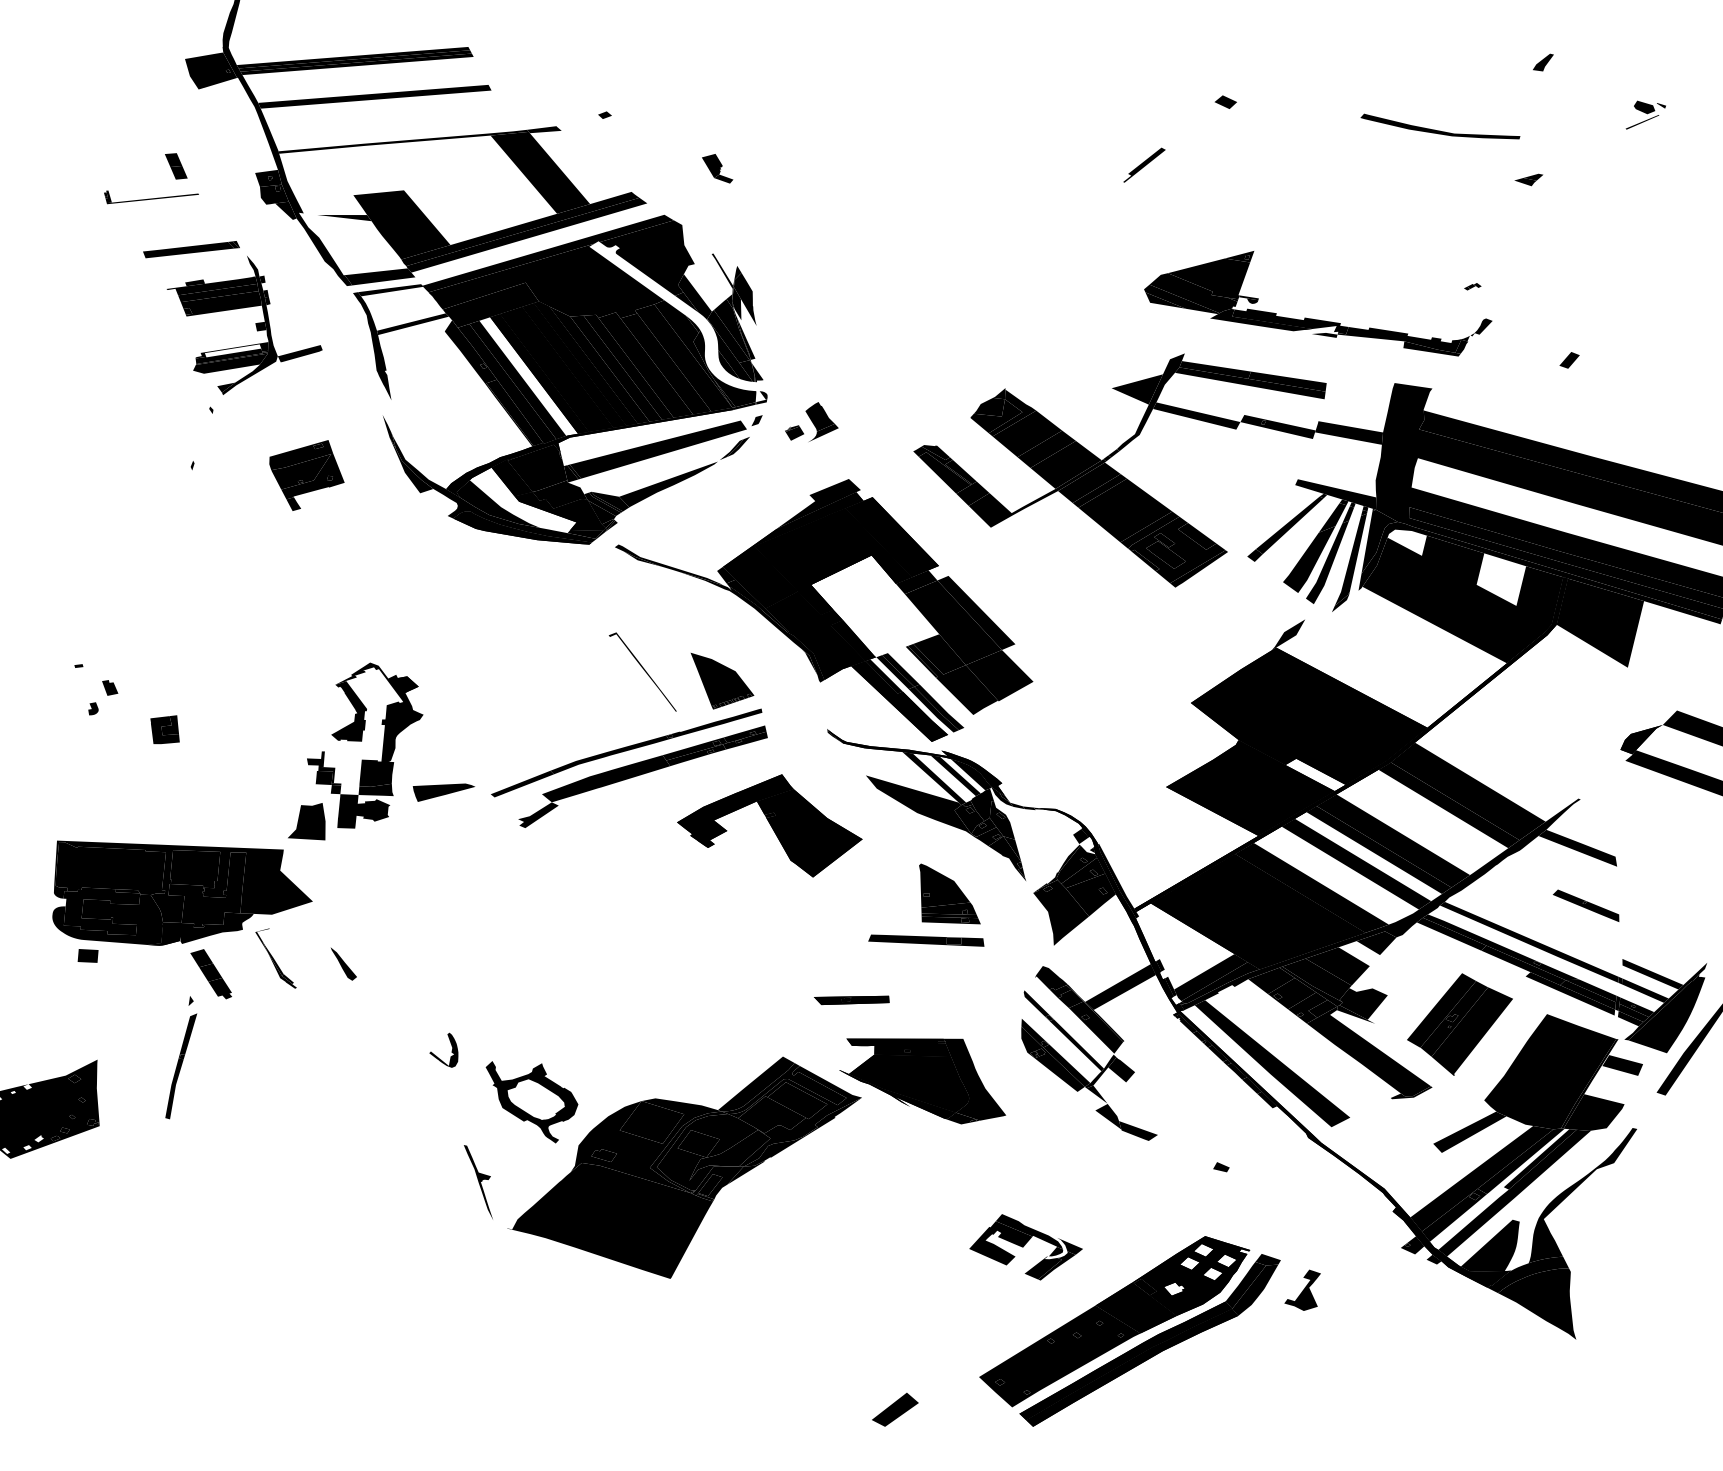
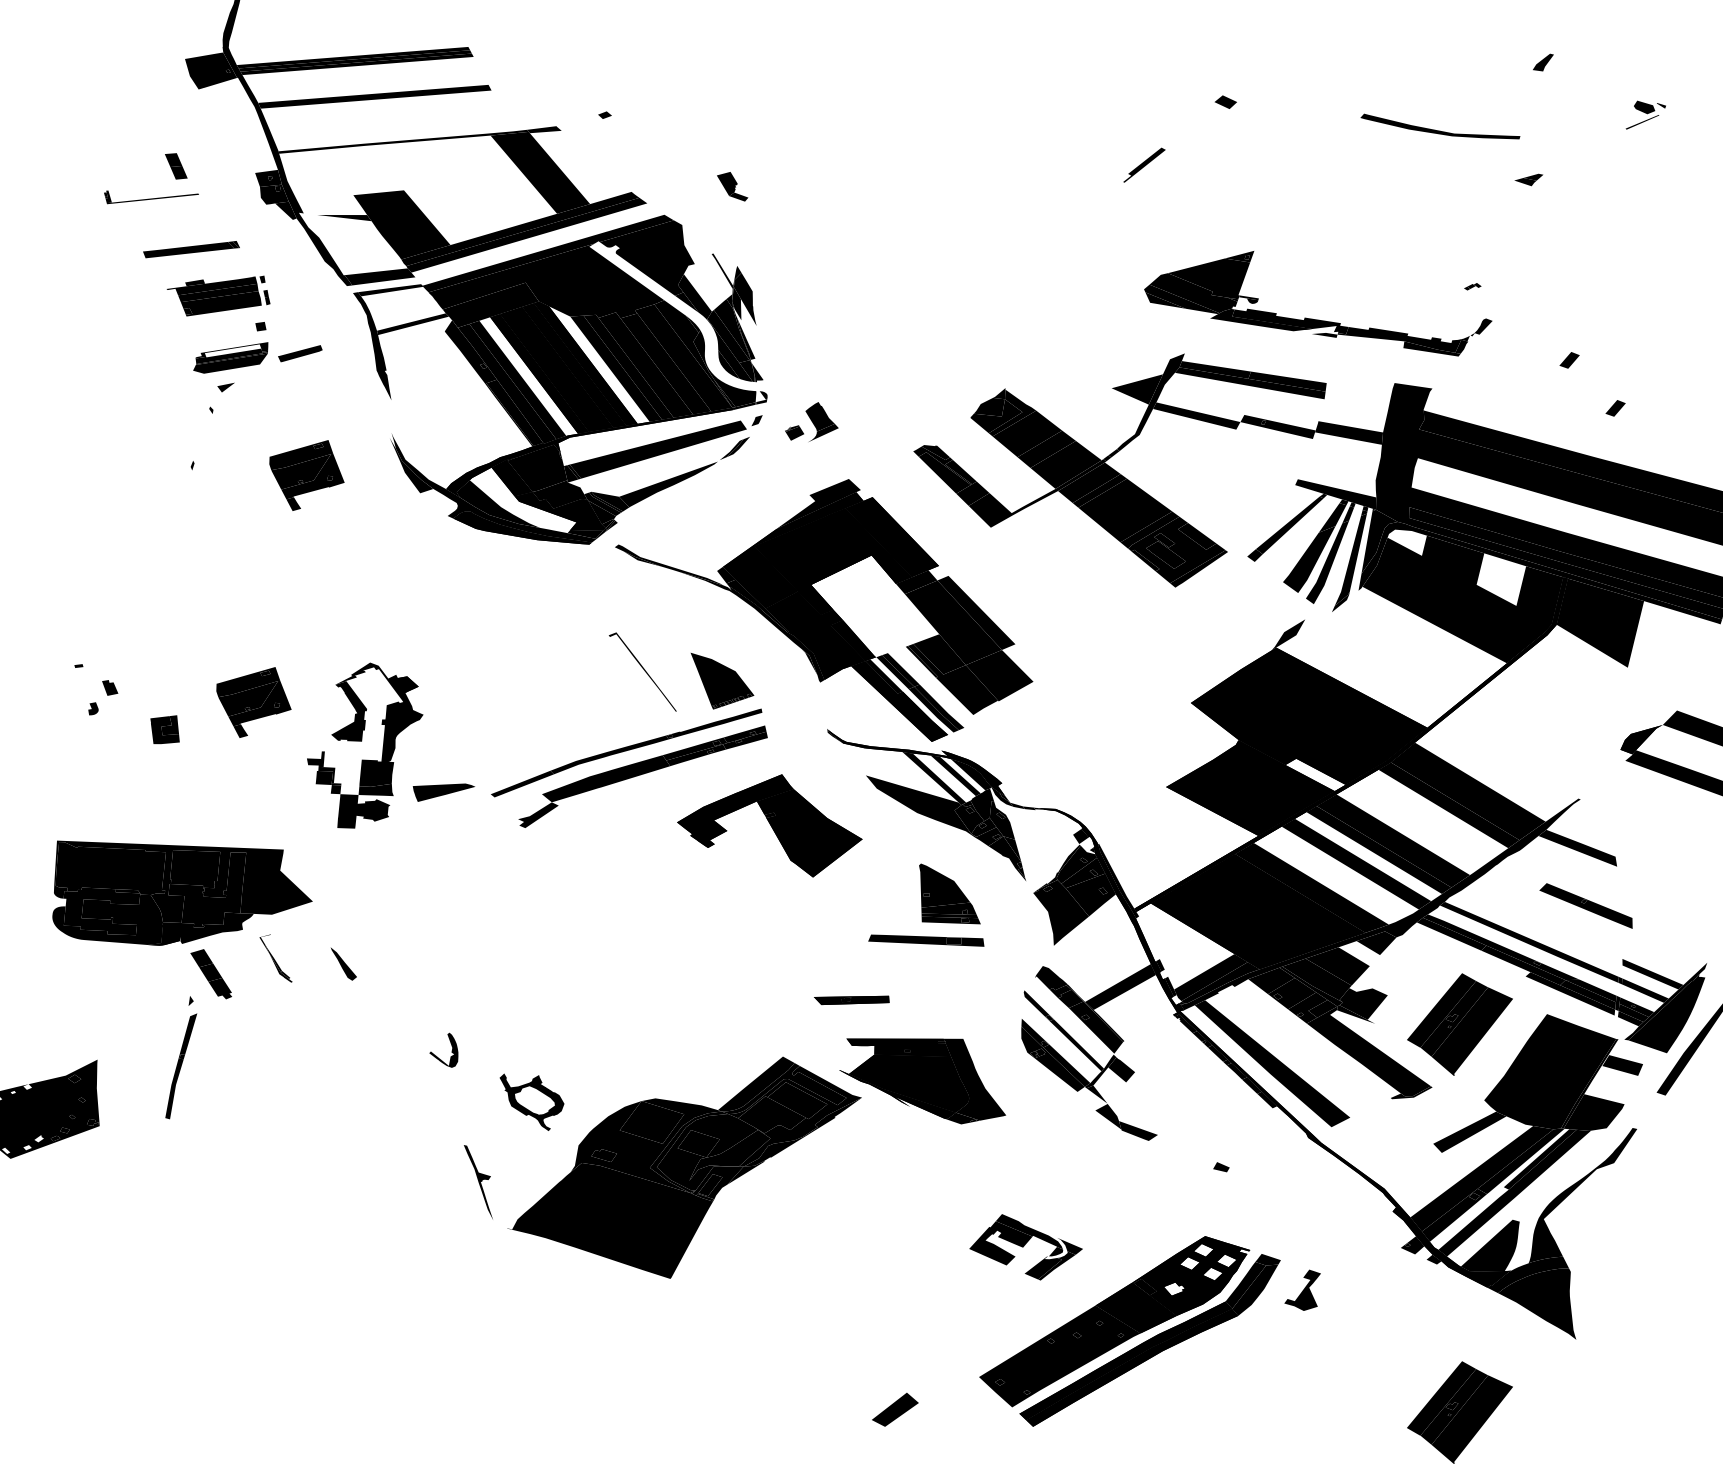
part at (717, 168) position: (717, 168) -> (732, 186)
fill at (249, 325): present -> none
fill at (599, 364): present -> none
part at (1615, 408): none -> present
fill at (388, 431): present -> none
part at (253, 702): none -> present
part at (306, 821): present -> none
part at (1585, 905) size: 68x33 px -> 94x46 px
fill at (87, 955): present -> none
part at (275, 958) size: 42x61 px -> 34x49 px
part at (531, 1102) size: 94x83 px -> 66x58 px
part at (1459, 1412): none -> present
